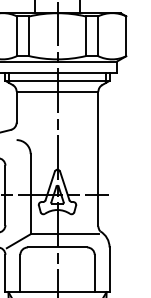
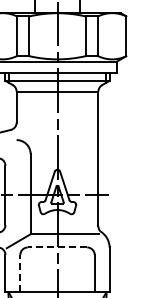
line at (57, 247): solid -> dashed
line at (20, 273): solid -> dashed
